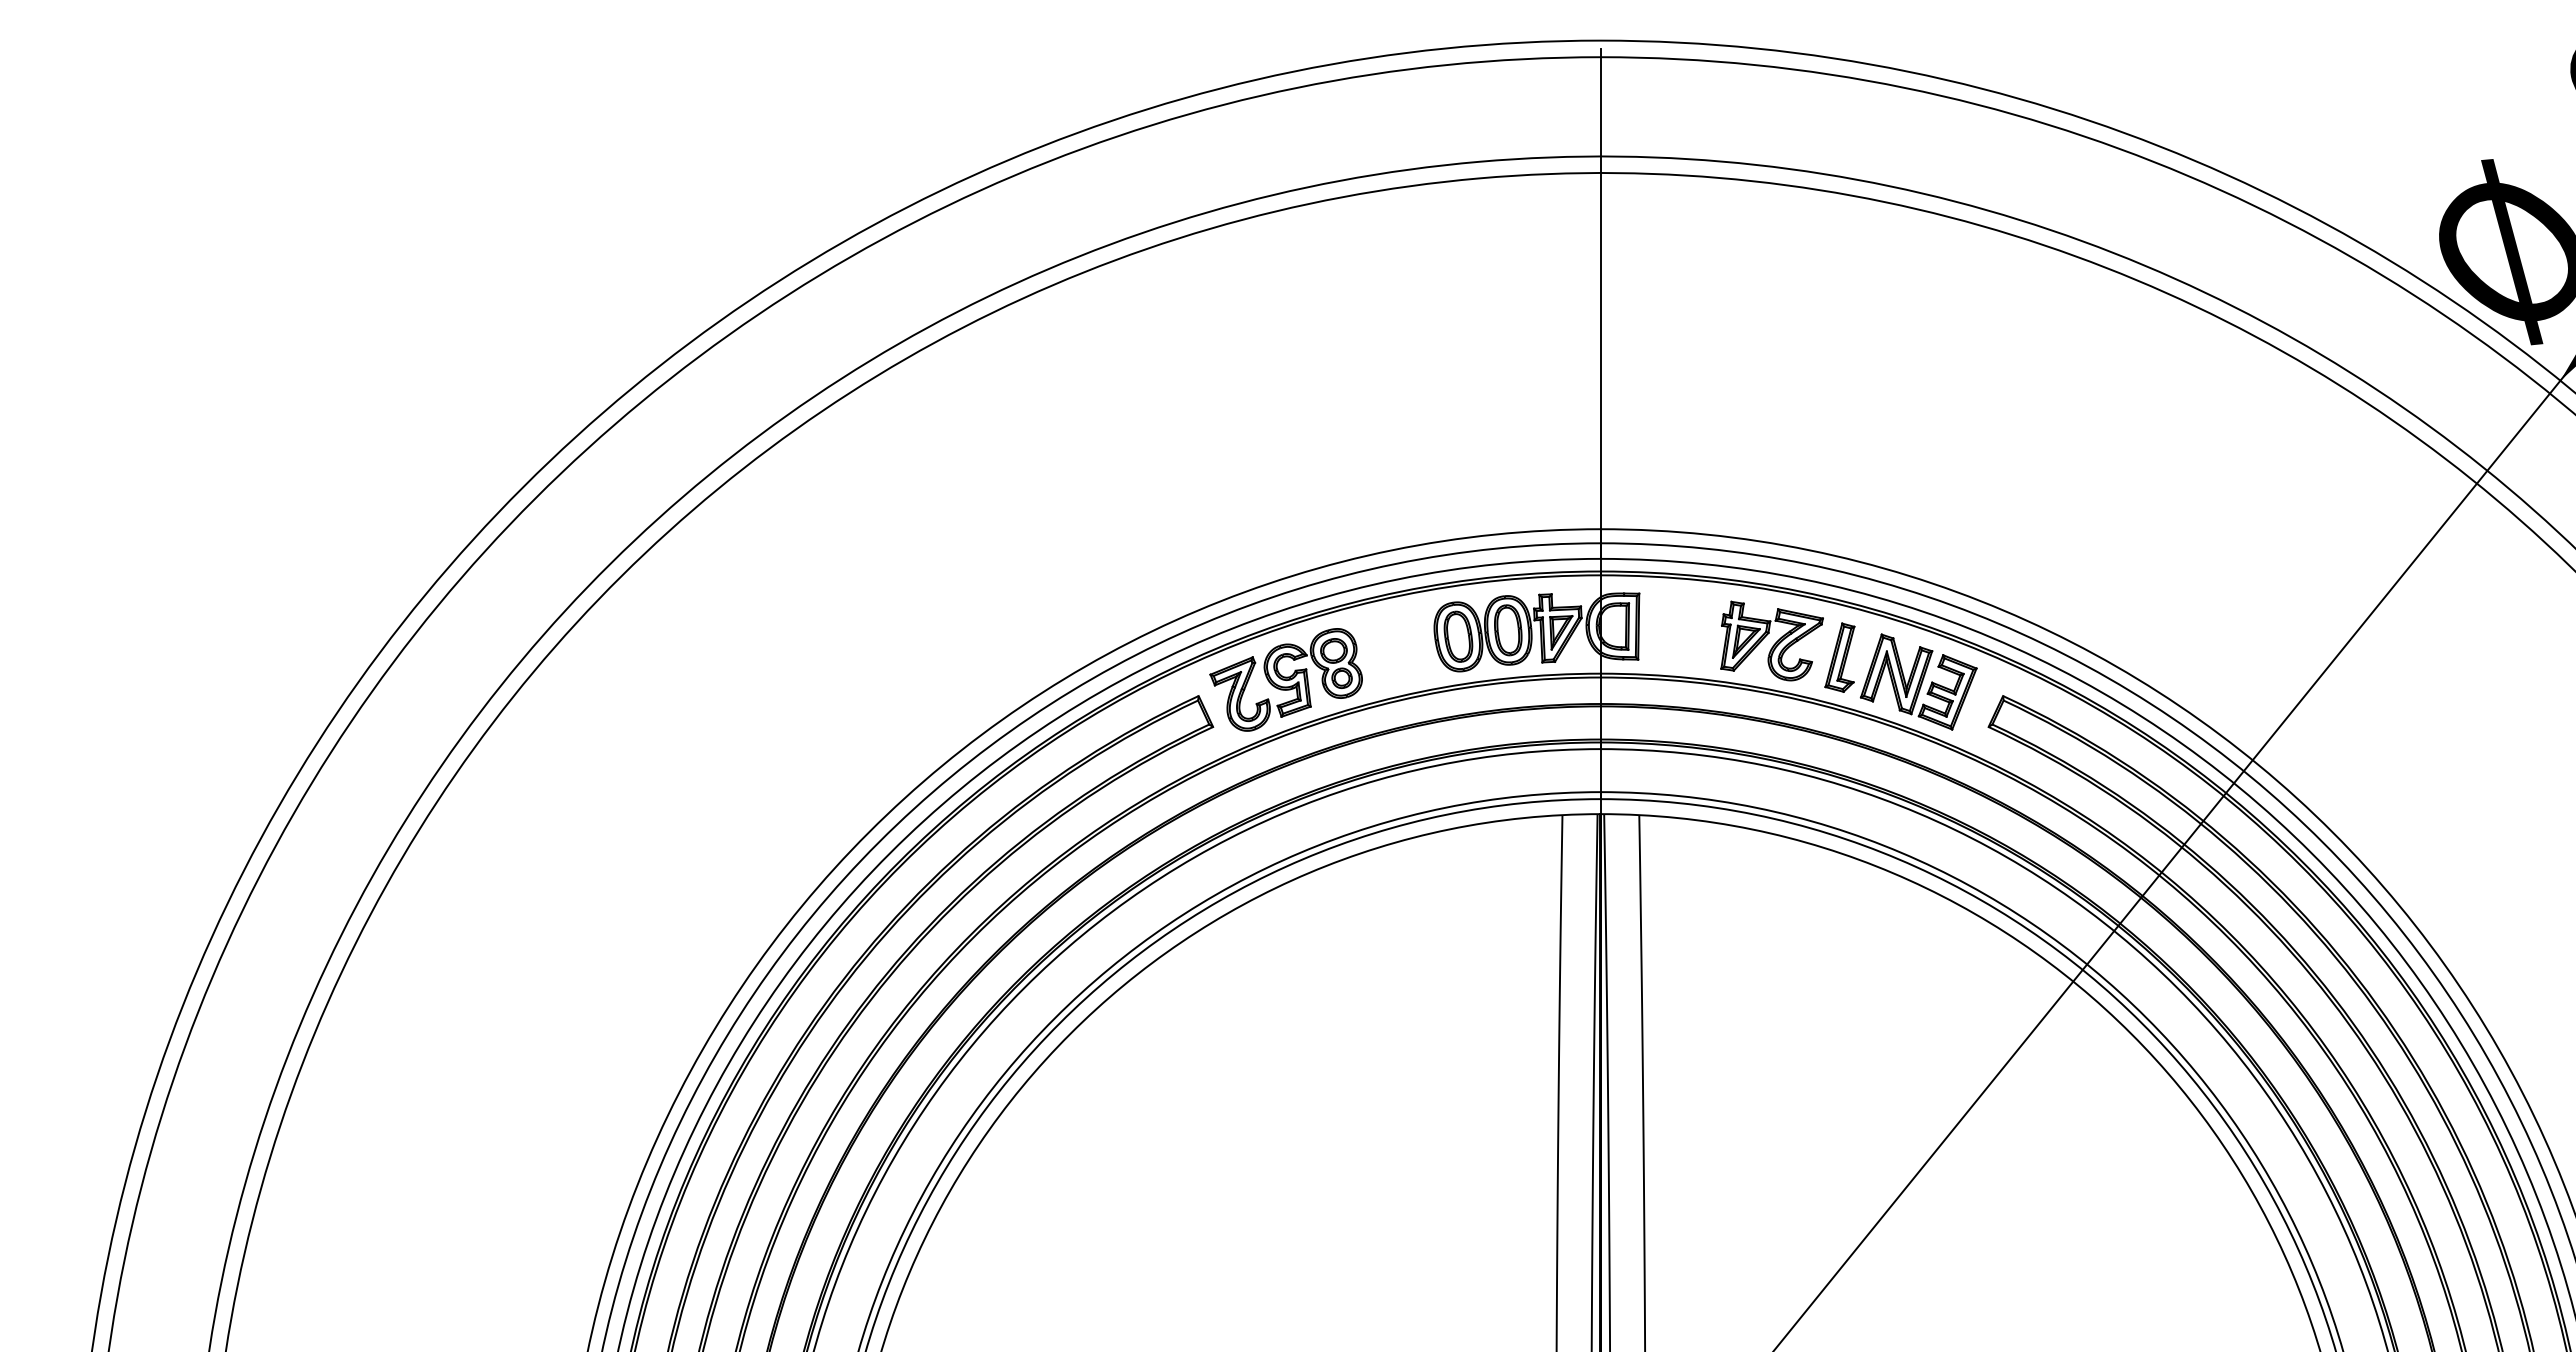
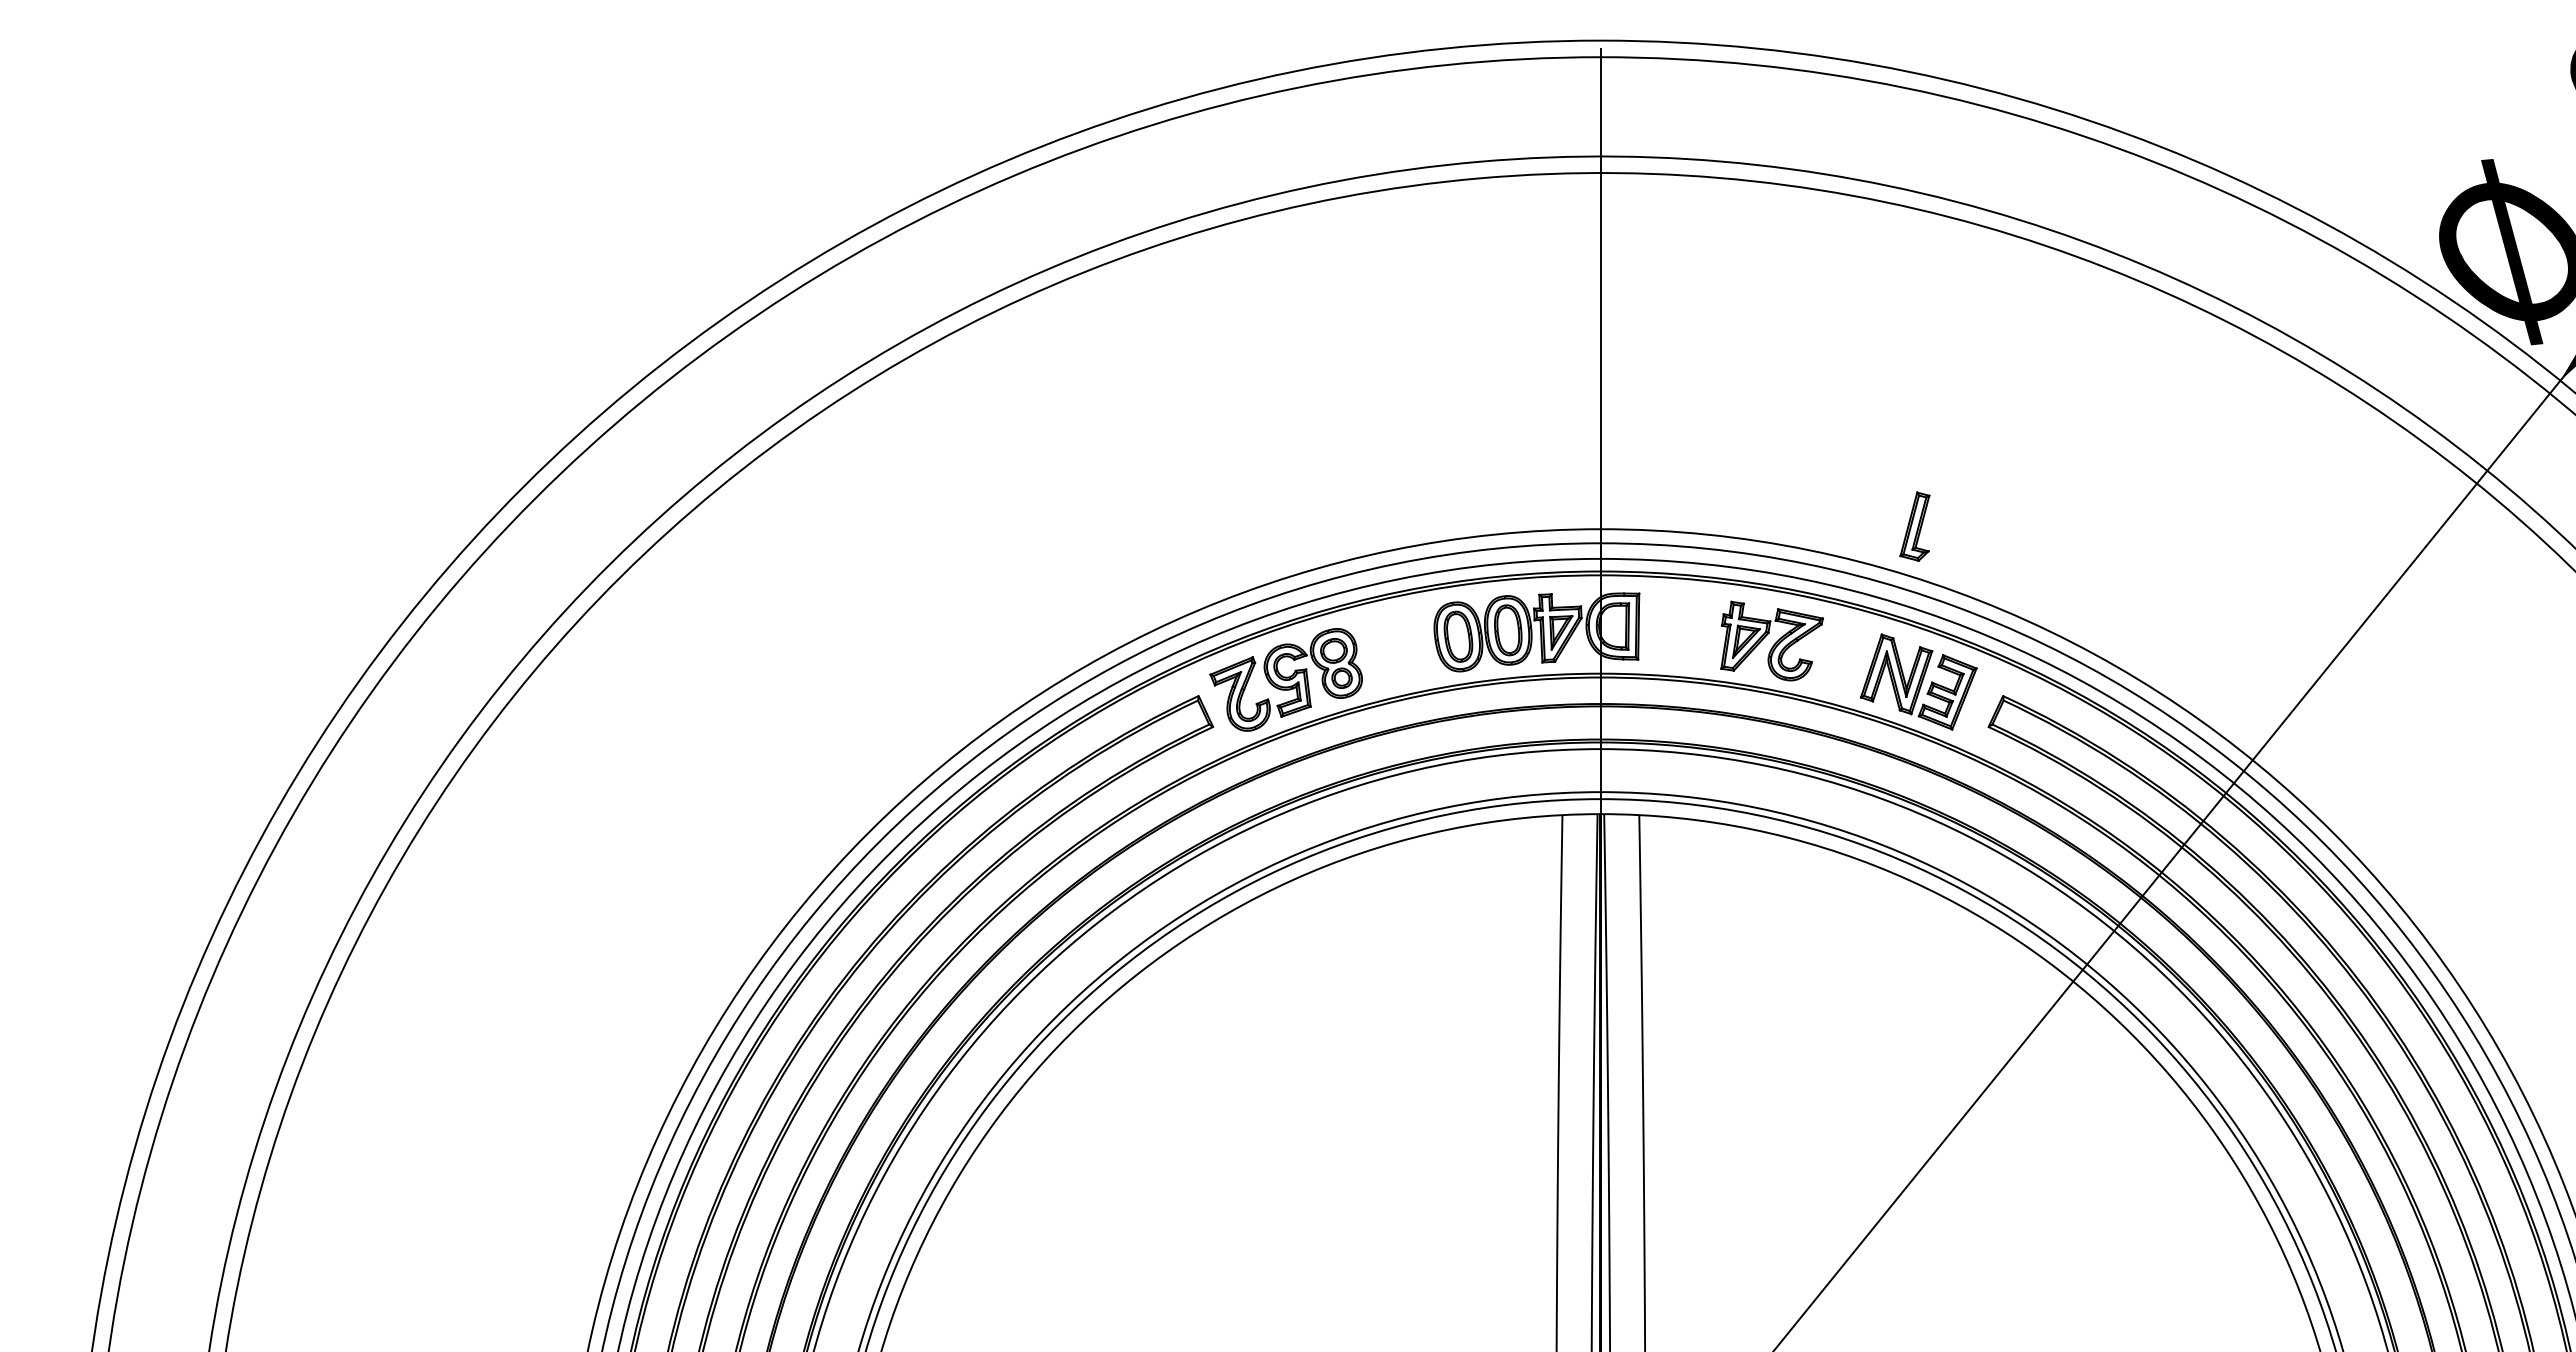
part at (1839, 657) position: (1839, 657) -> (1914, 526)
